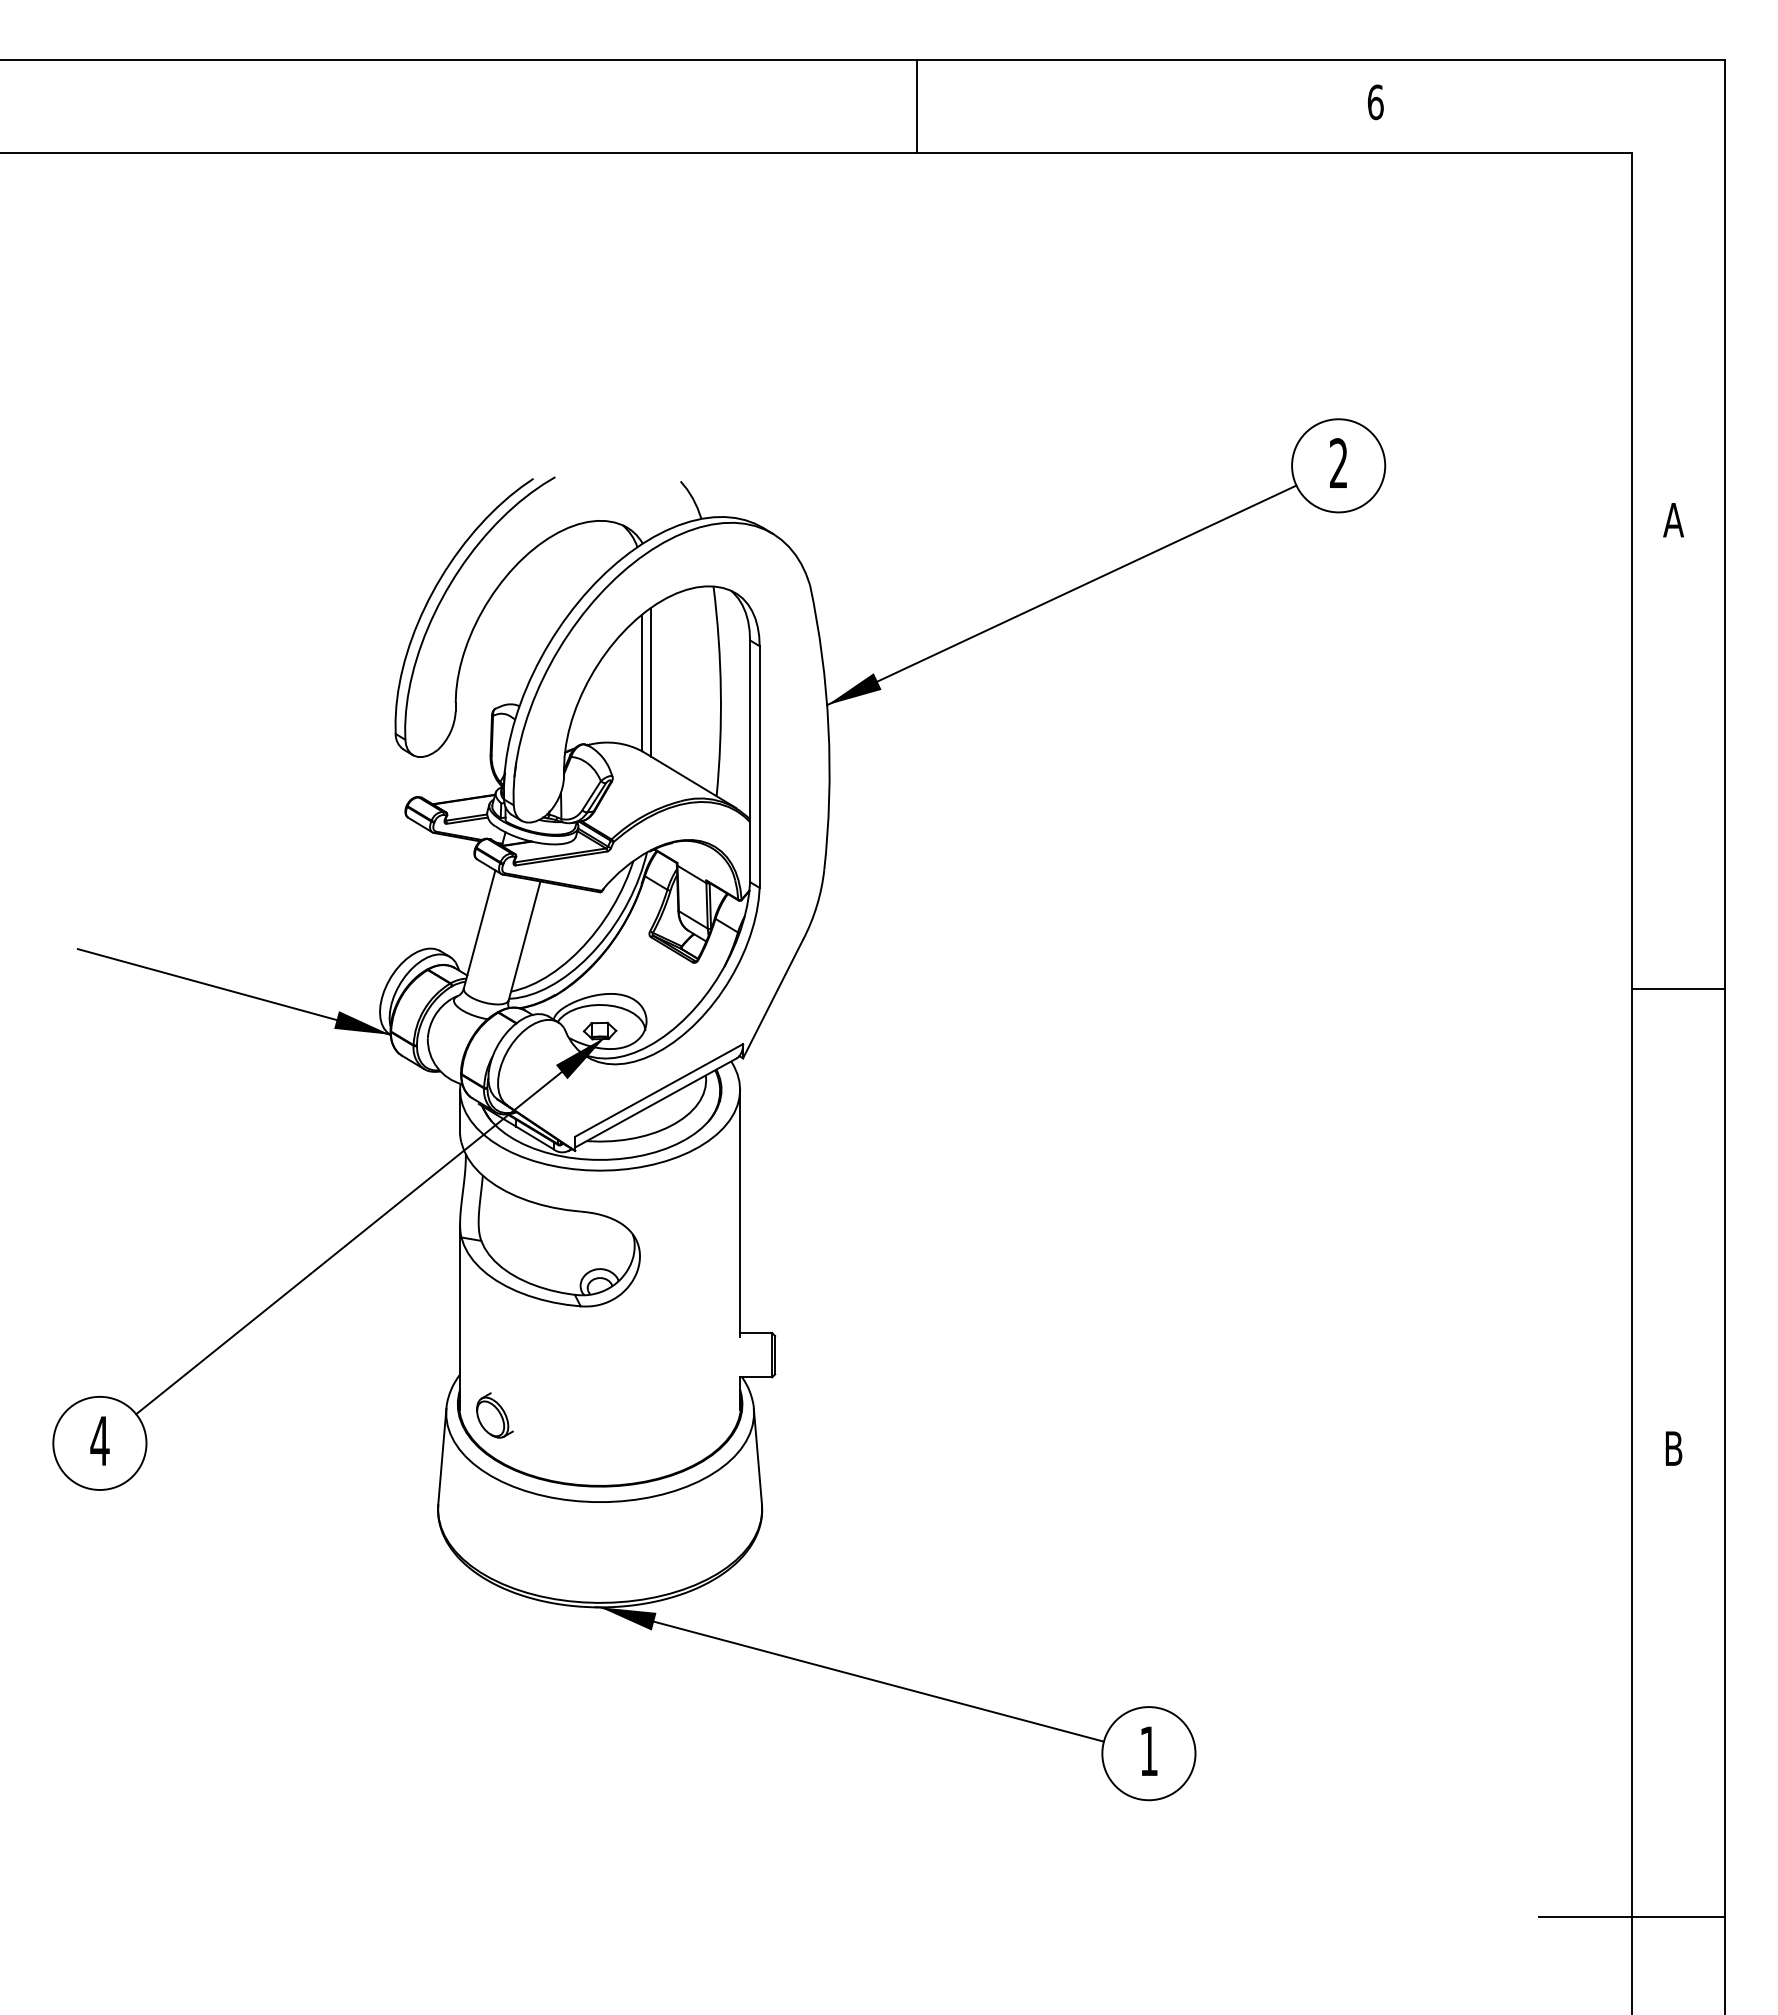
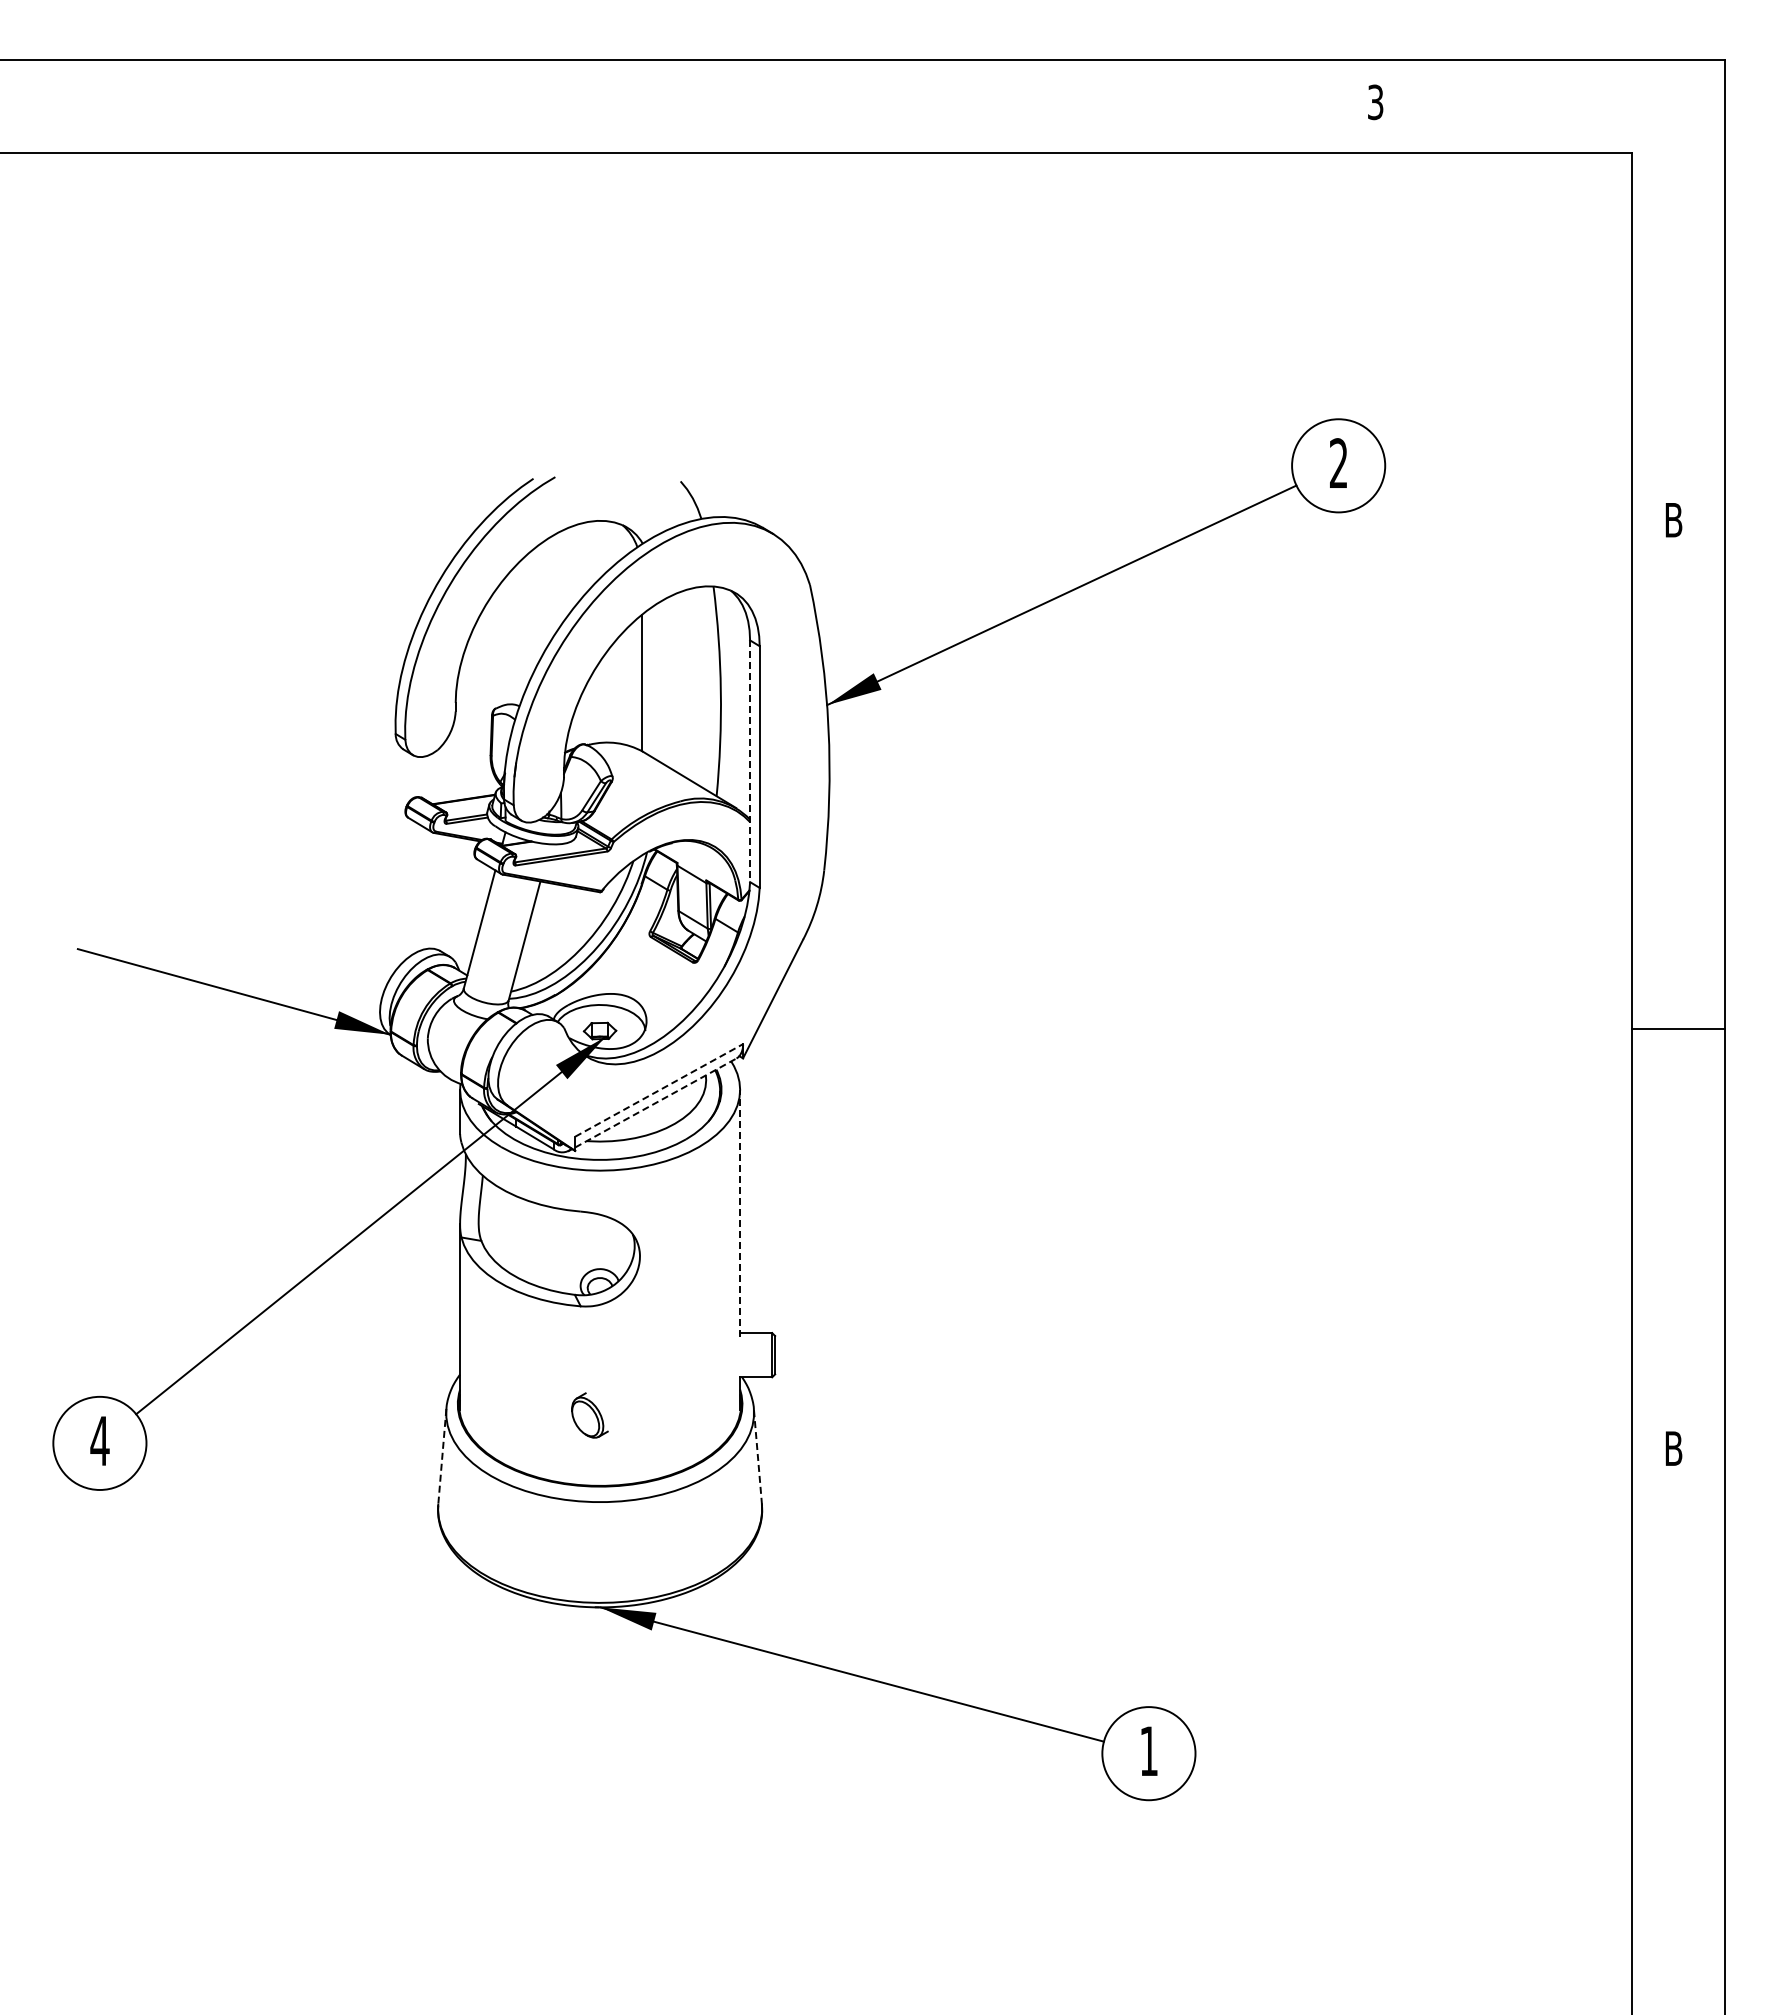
text at (1375, 102): 6 -> 3
line at (916, 106): present -> none
text at (1673, 520): A -> B
line at (651, 681): present -> none
line at (750, 761): solid -> dashed
line at (1677, 988) position: (1677, 988) -> (1677, 1028)
line at (659, 1090): solid -> dashed
line at (656, 1102): solid -> dashed
line at (740, 1213): solid -> dashed
part at (494, 1415) position: (494, 1415) -> (589, 1415)
line at (757, 1456): solid -> dashed
line at (442, 1457): solid -> dashed
line at (1631, 1917): present -> none
